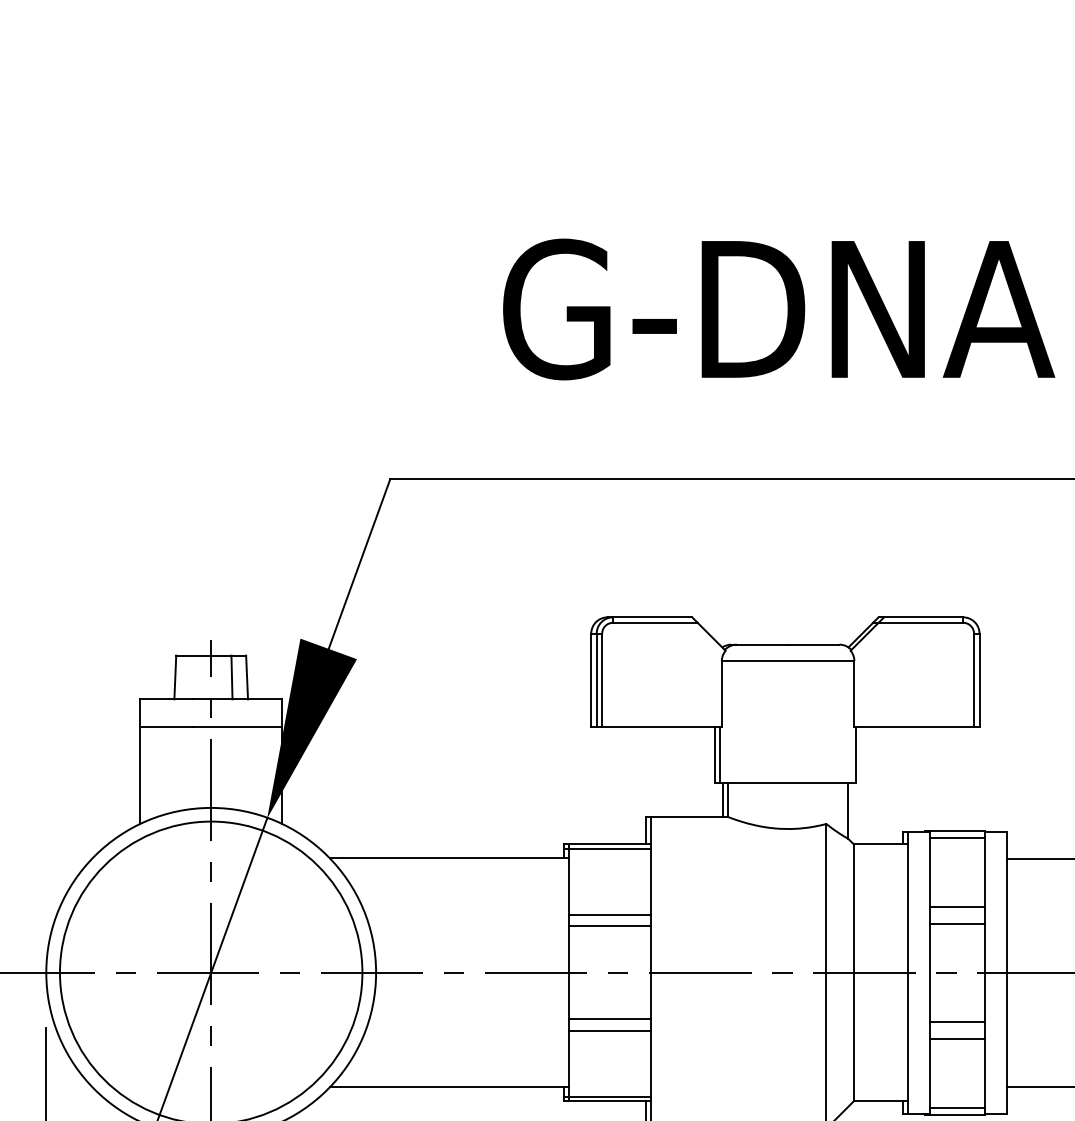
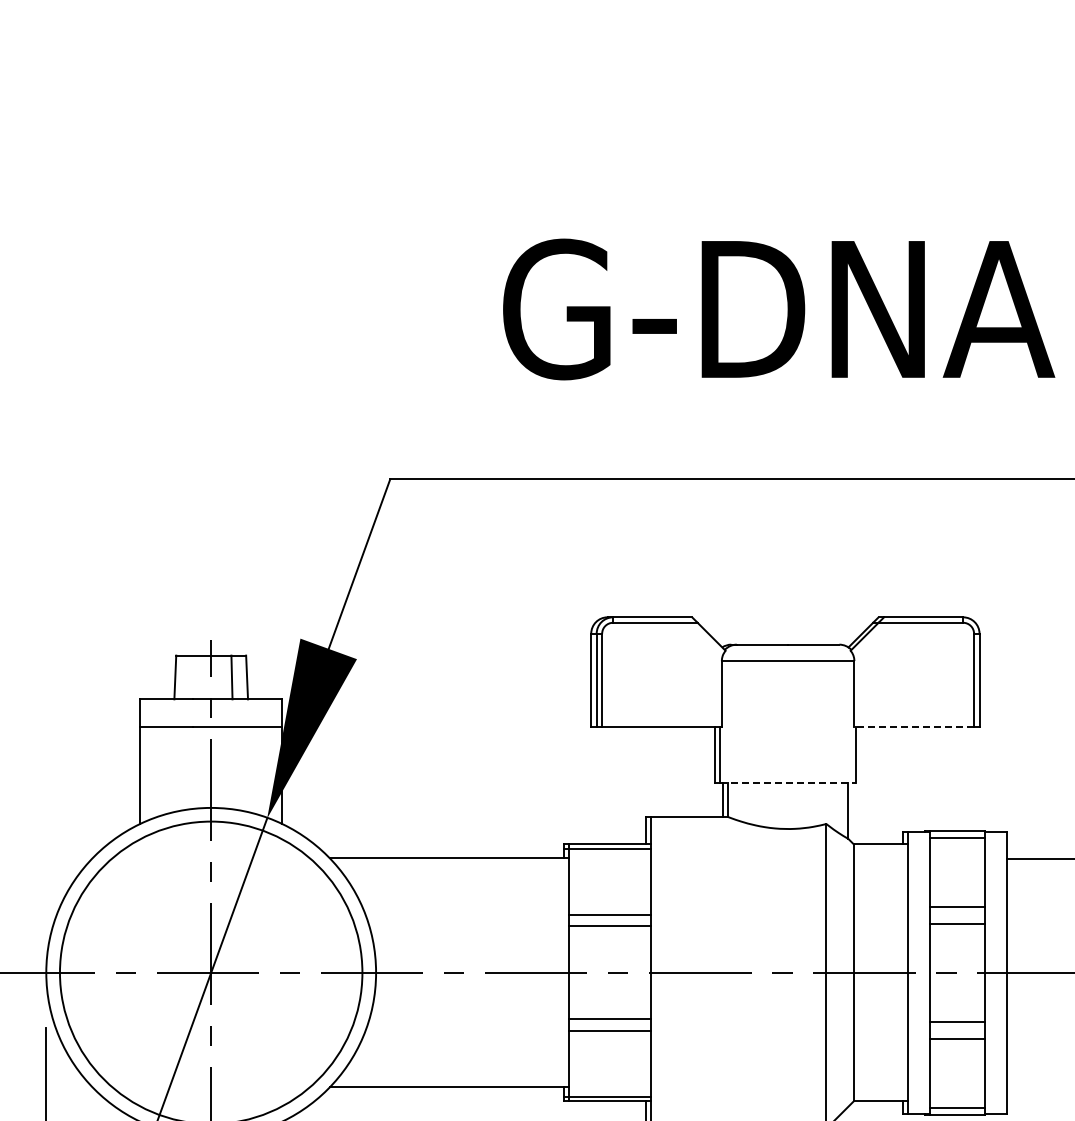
line at (914, 726): solid -> dashed
line at (788, 782): solid -> dashed
line at (1038, 1086): present -> none
